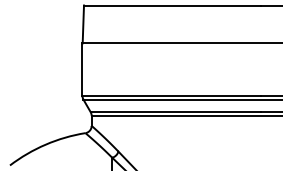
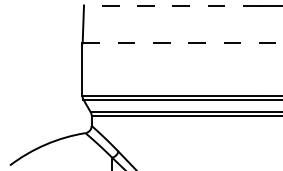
line at (171, 5): solid -> dashed
line at (182, 43): solid -> dashed
